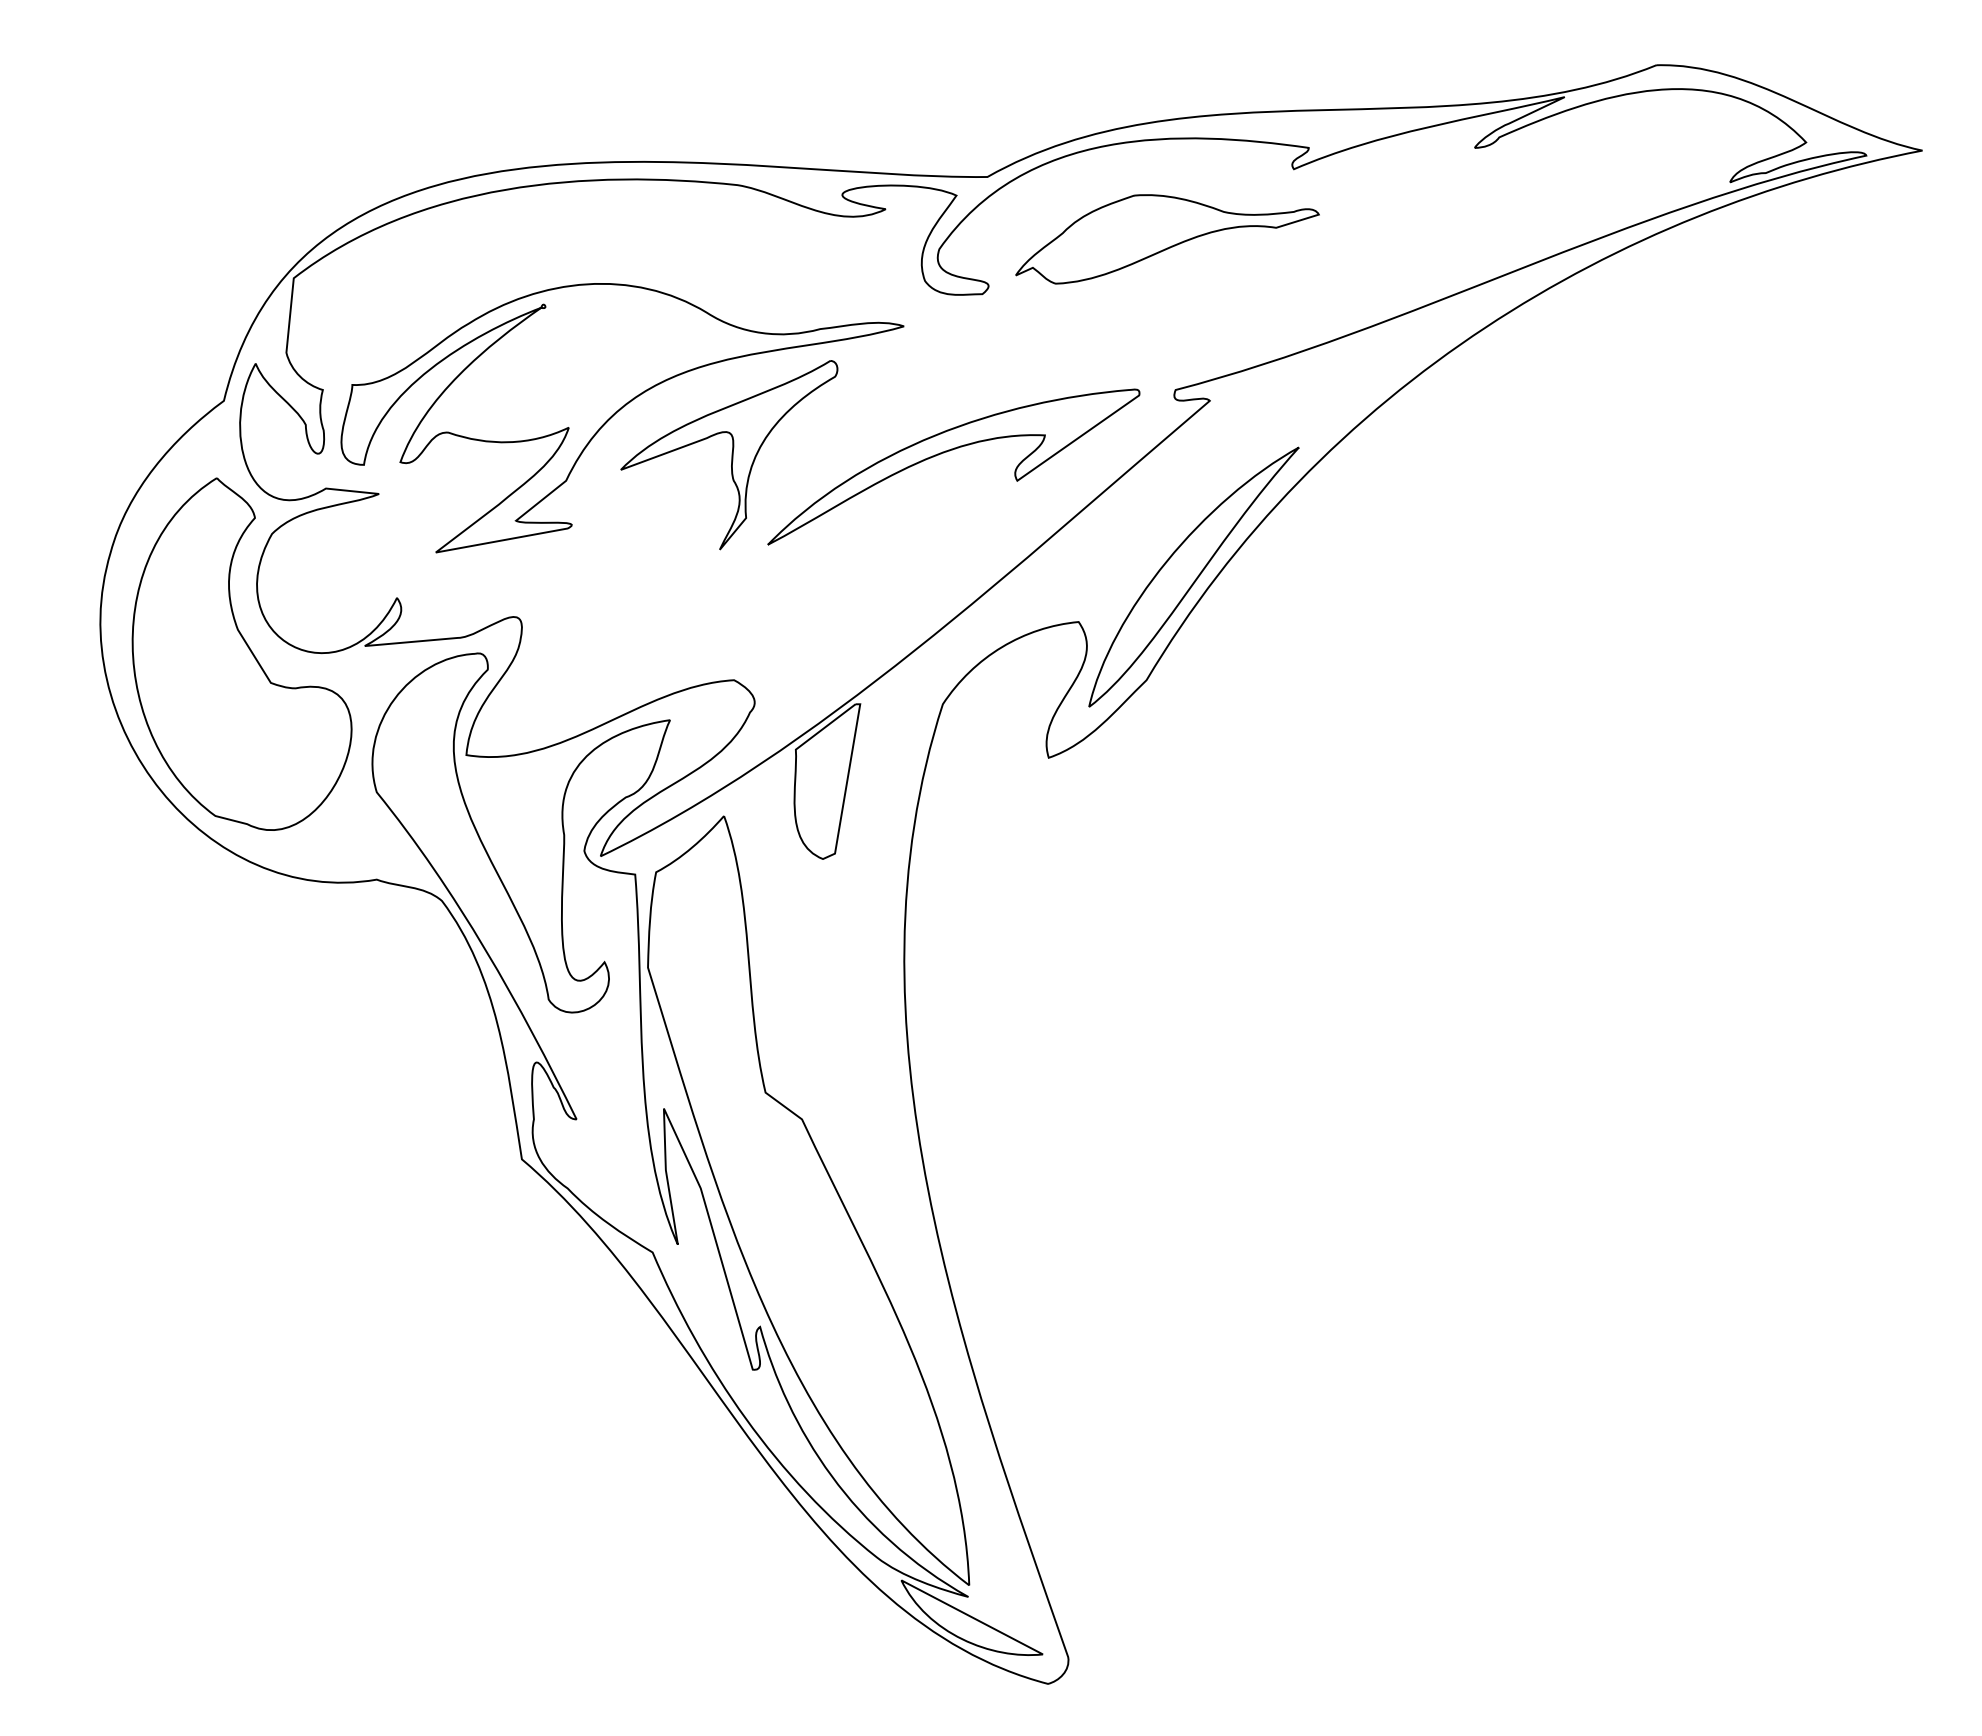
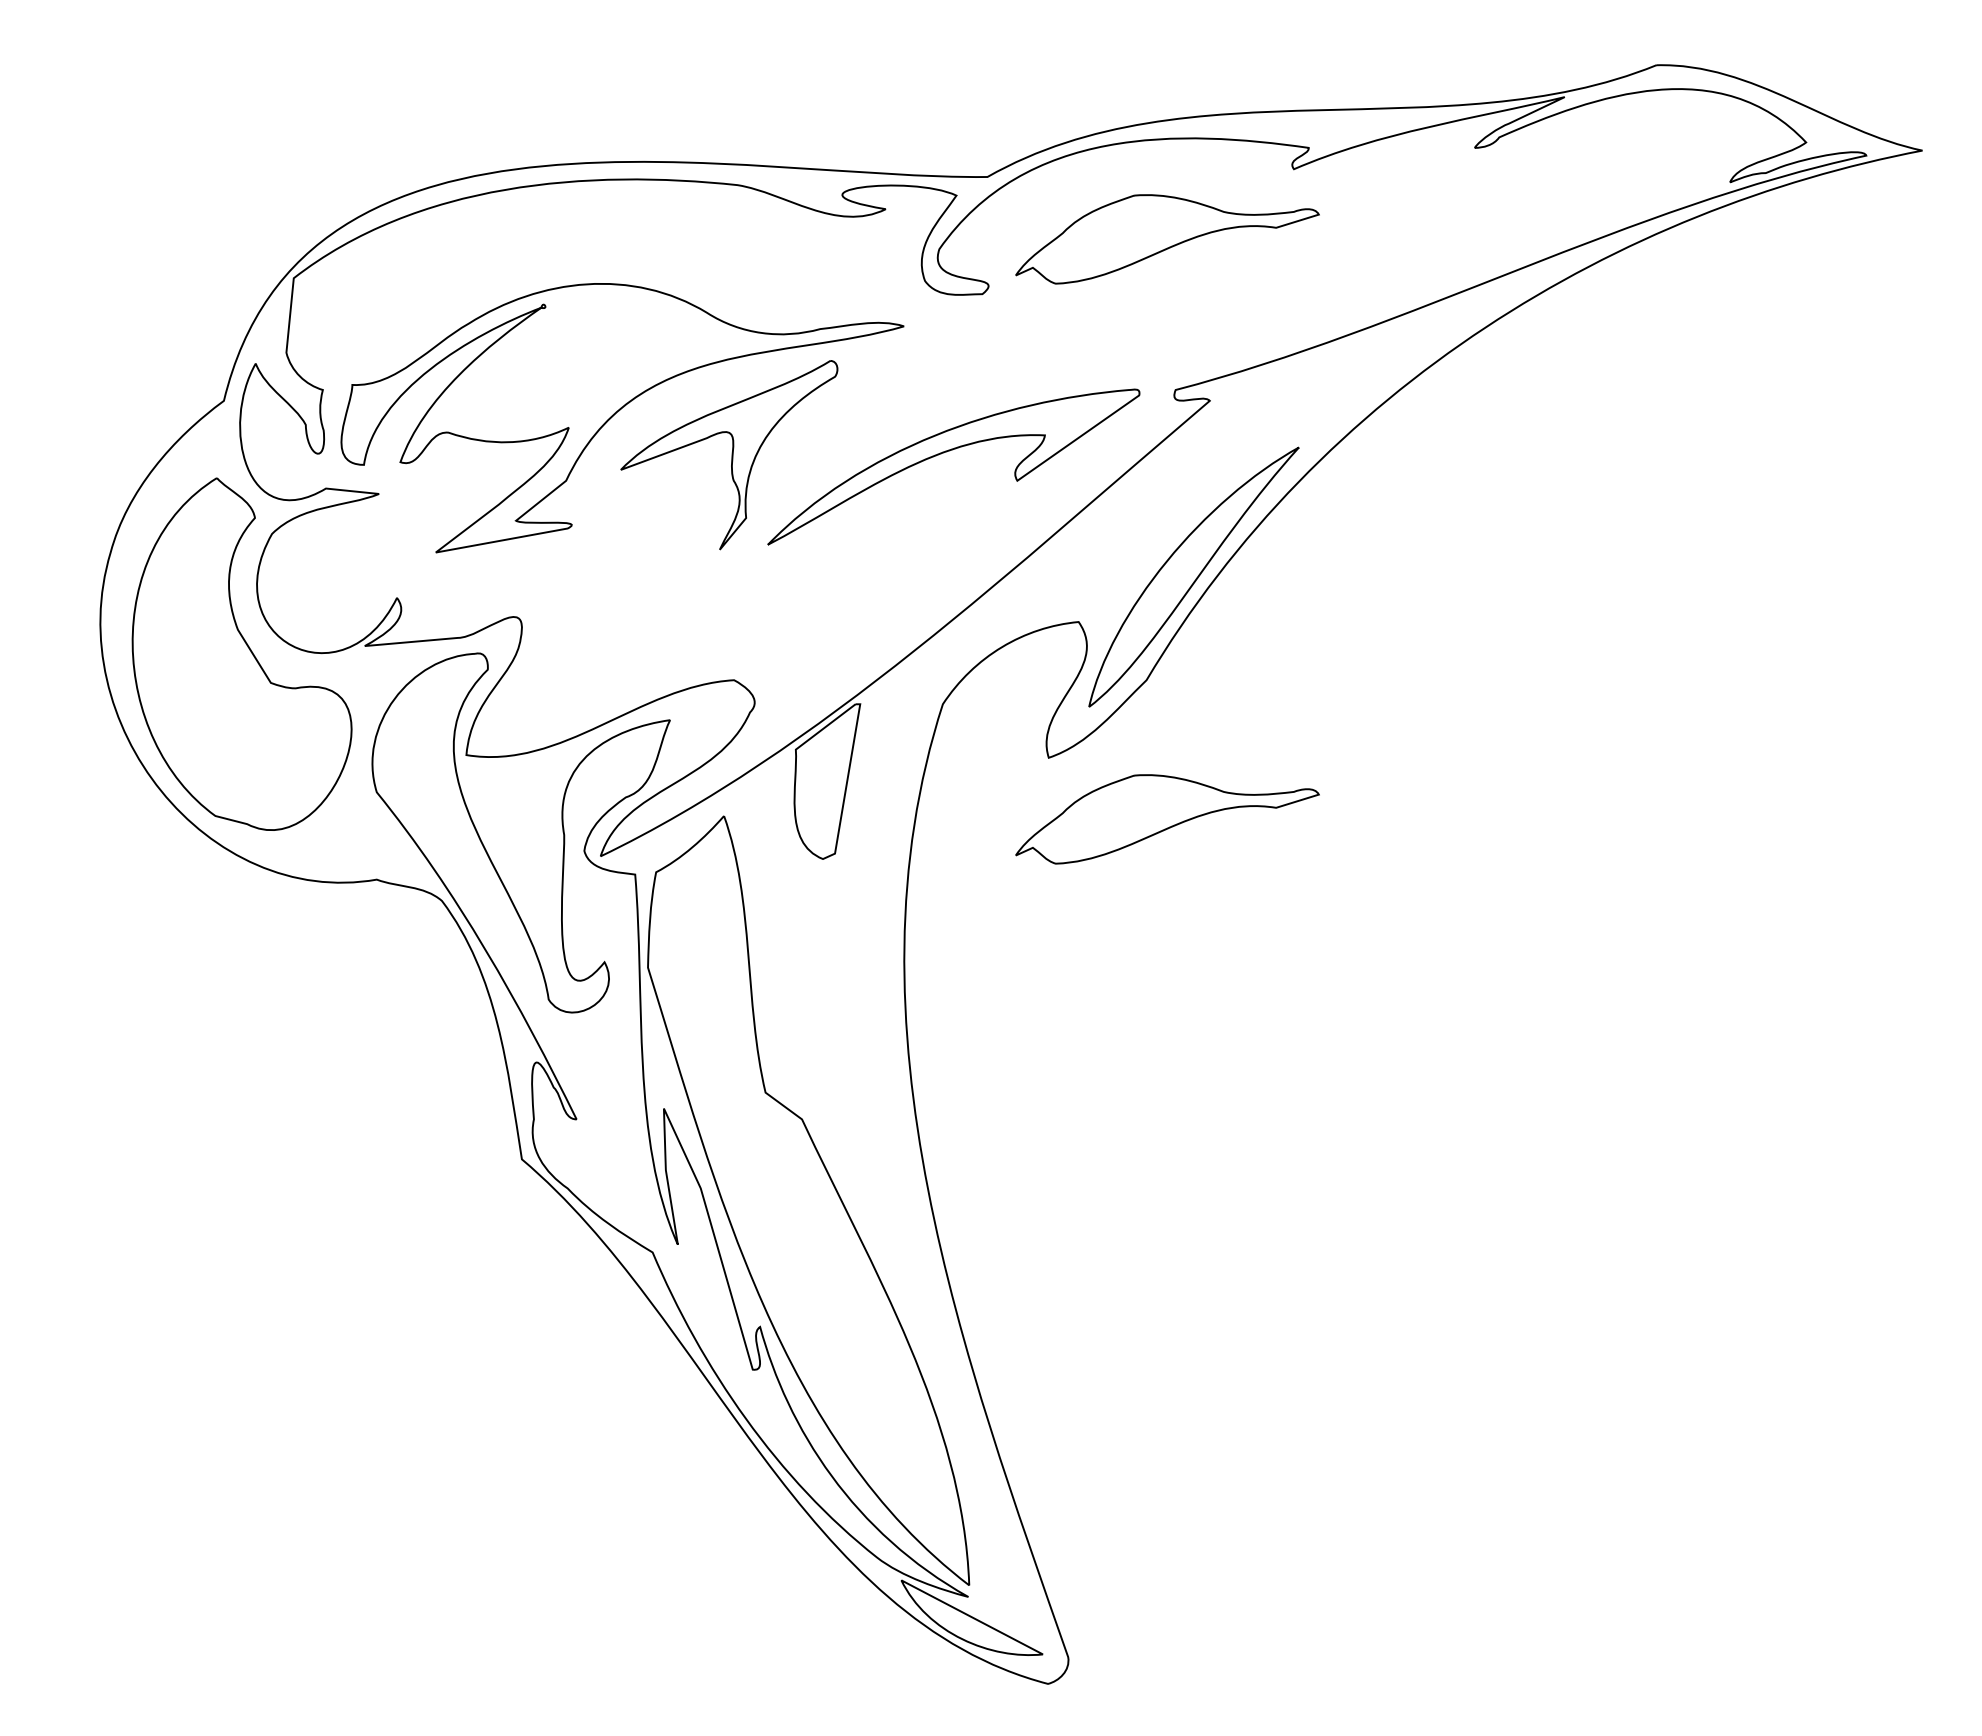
part at (1167, 819): none -> present
